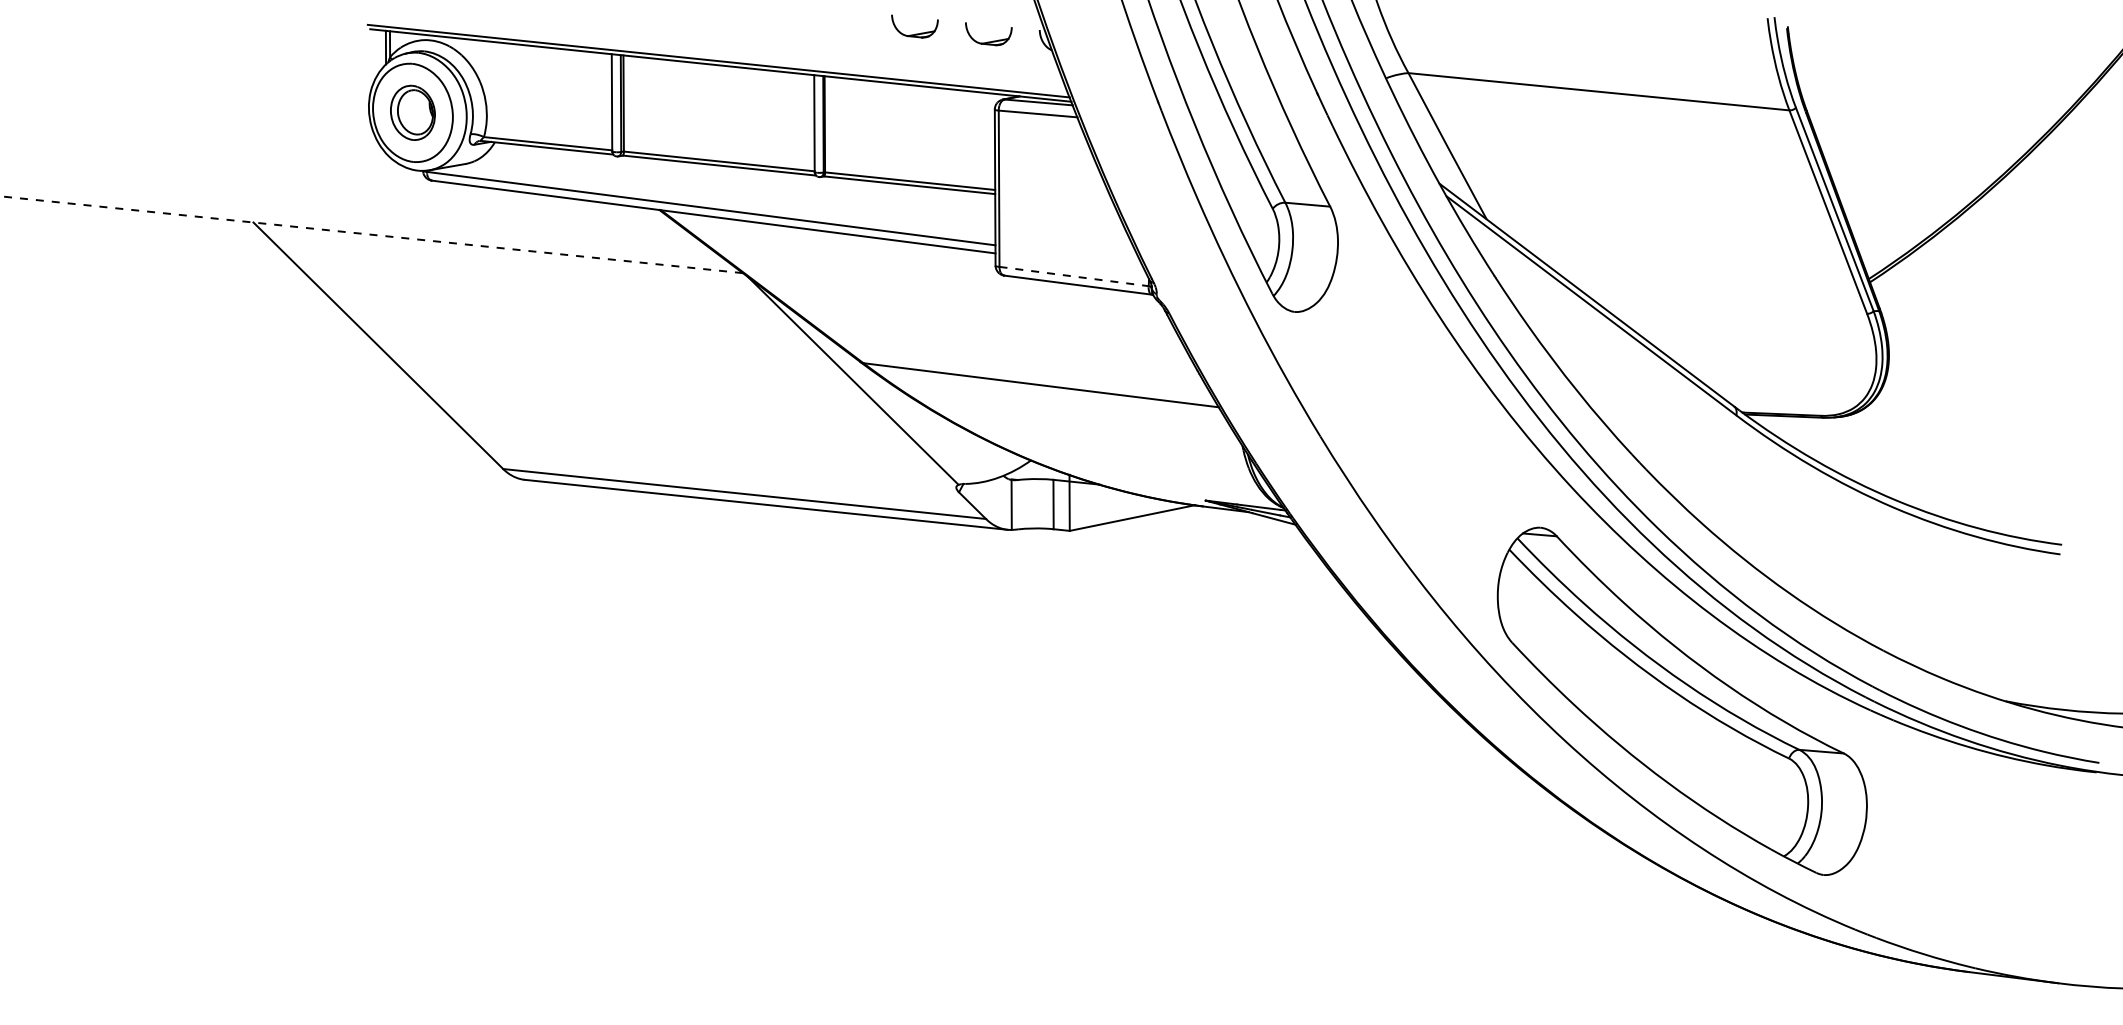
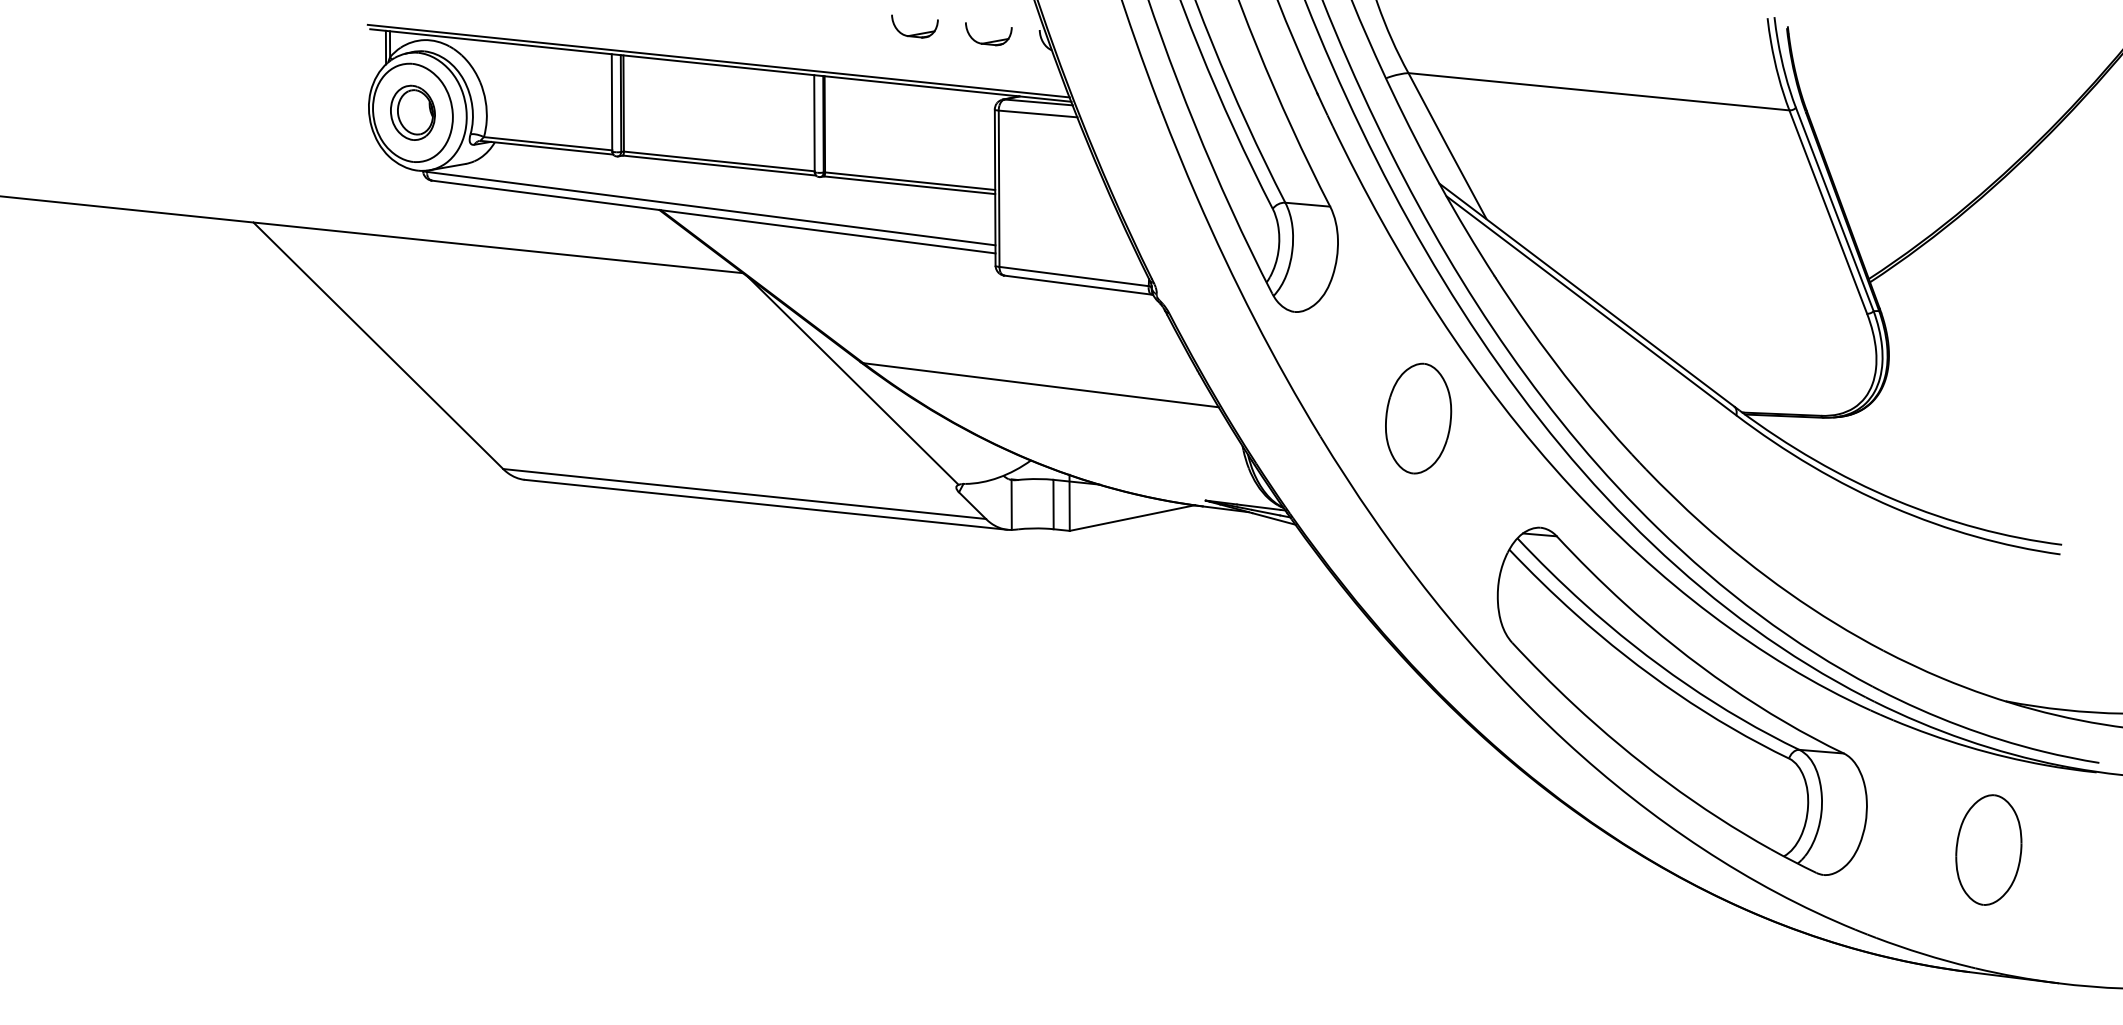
line at (371, 234): dashed -> solid
line at (1074, 276): dashed -> solid
part at (1418, 418): none -> present
part at (1988, 849): none -> present
